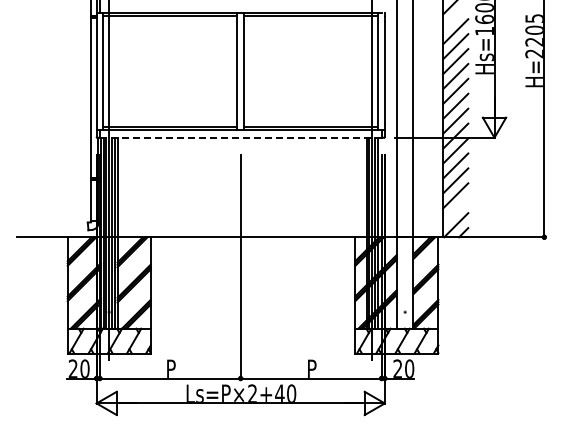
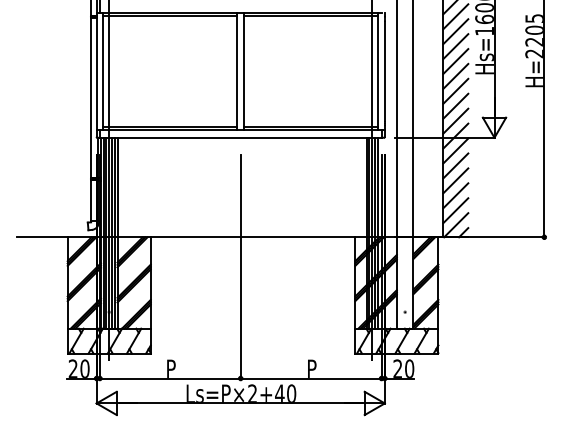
line at (455, 16): none -> present
line at (240, 137): dashed -> solid
line at (455, 210): none -> present
